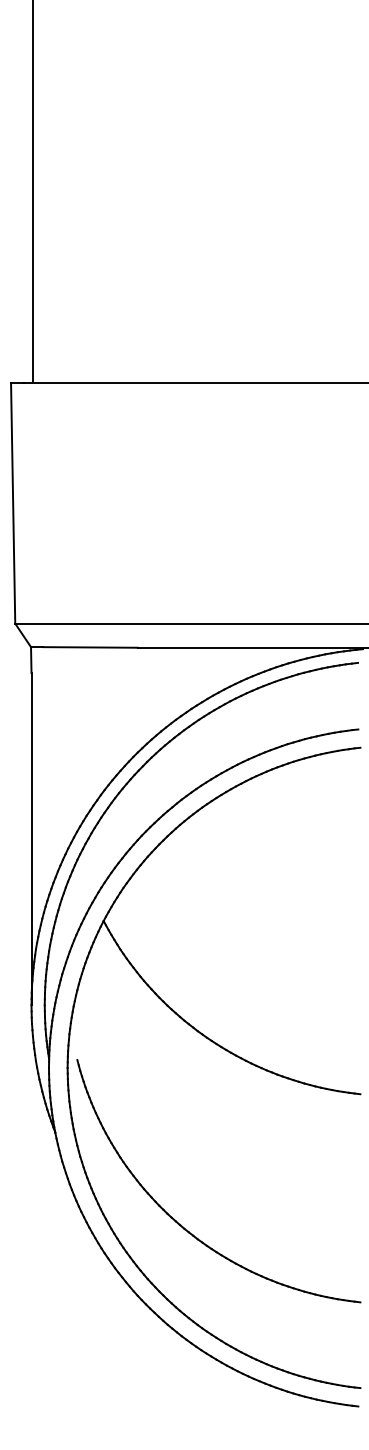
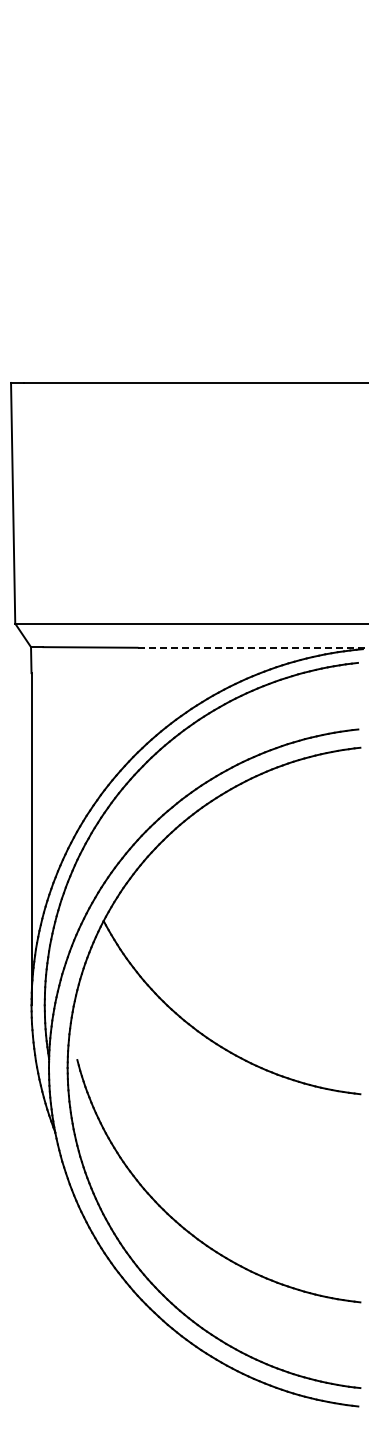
line at (33, 192): present -> none
line at (253, 647): solid -> dashed
